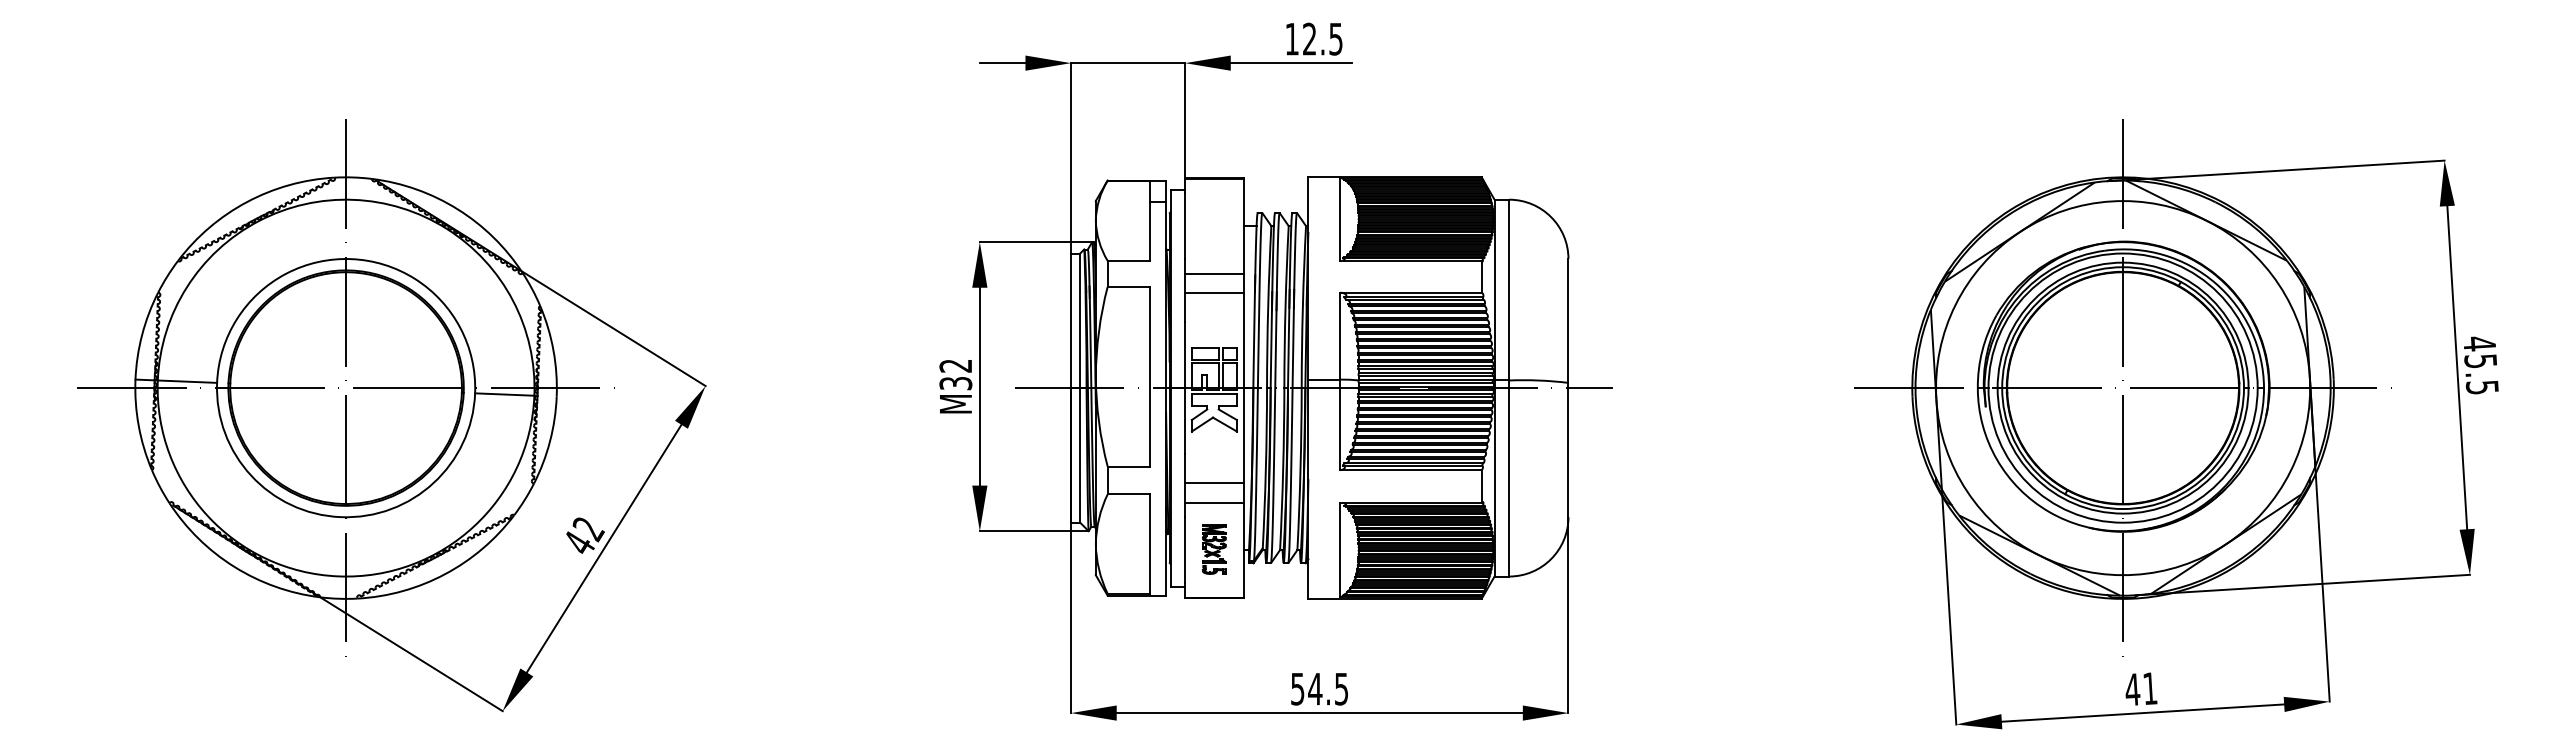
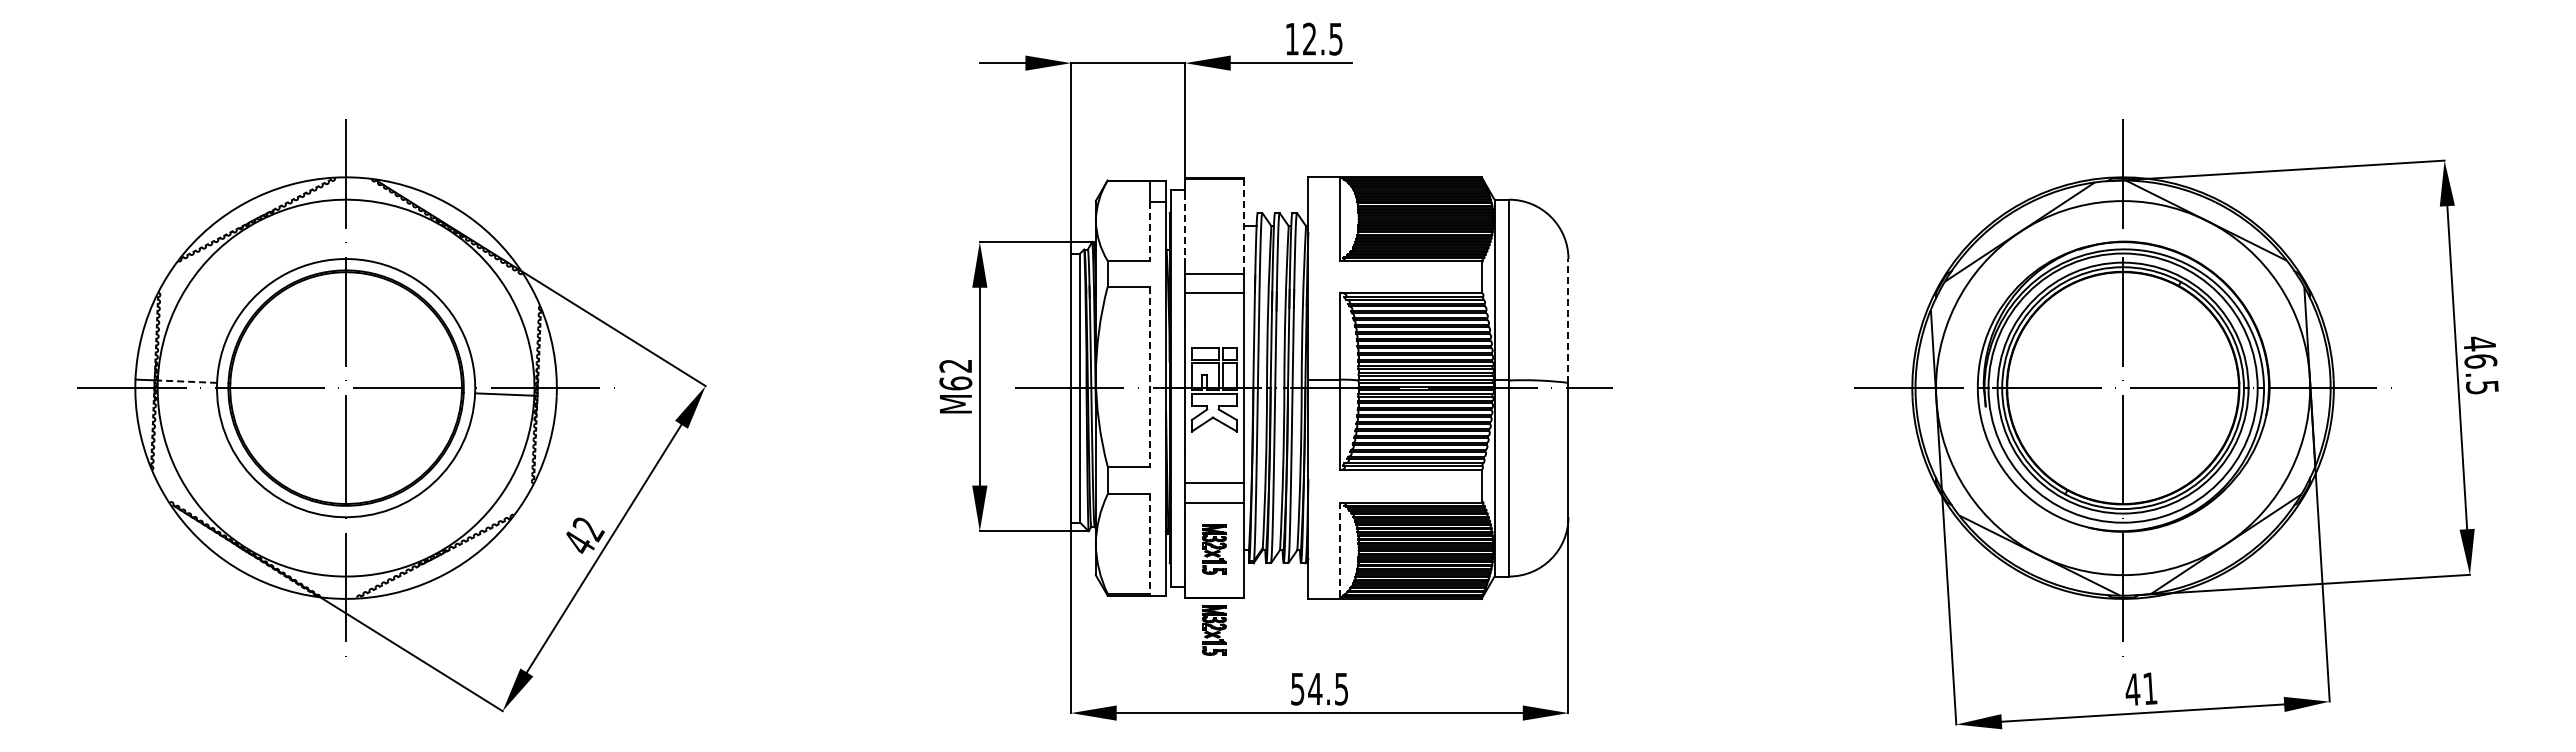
line at (1185, 226): solid -> dashed
line at (1244, 226): solid -> dashed
line at (1150, 232): solid -> dashed
line at (1568, 320): solid -> dashed
text at (2480, 361): 45.5 -> 46.5
line at (1150, 376): solid -> dashed
line at (187, 381): solid -> dashed
text at (955, 383): M32 -> M62
line at (1150, 544): solid -> dashed
line at (1340, 549): solid -> dashed
part at (1214, 630): none -> present
